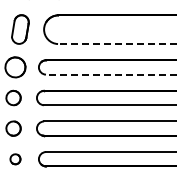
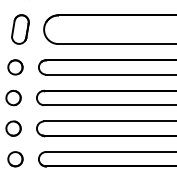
line at (117, 44): dashed -> solid
part at (15, 67) size: 23x23 px -> 17x17 px
line at (110, 74): dashed -> solid
part at (15, 159) size: 13x13 px -> 17x17 px
